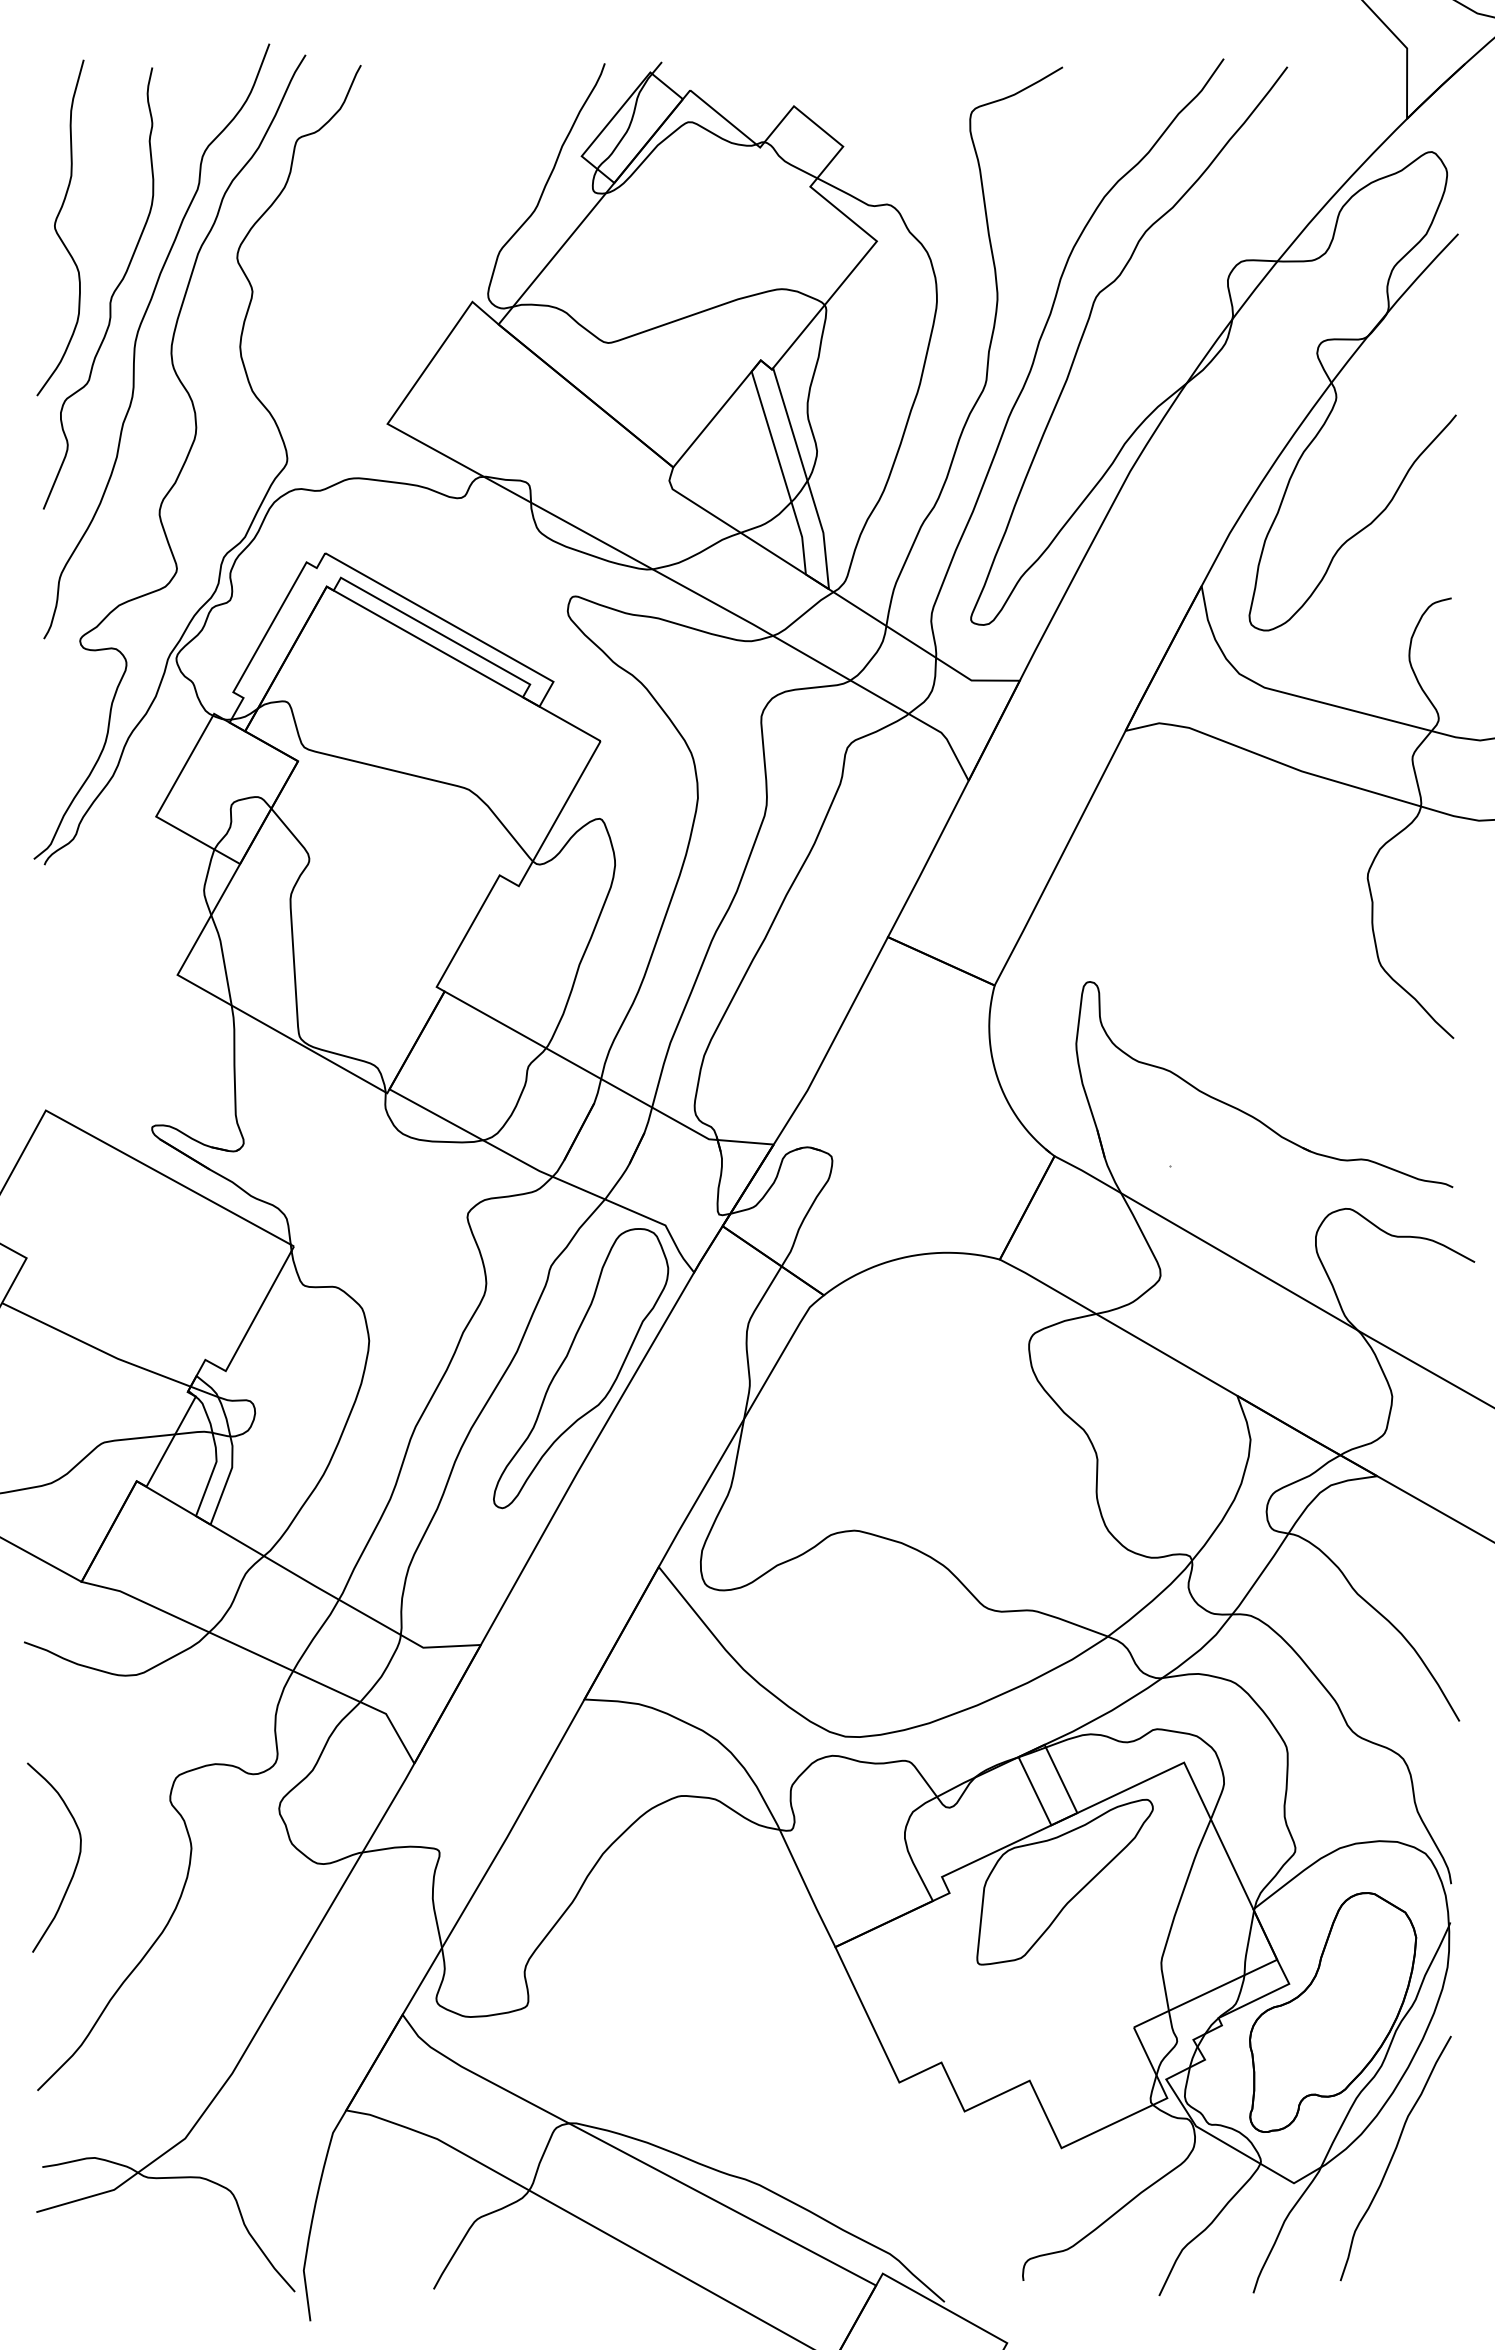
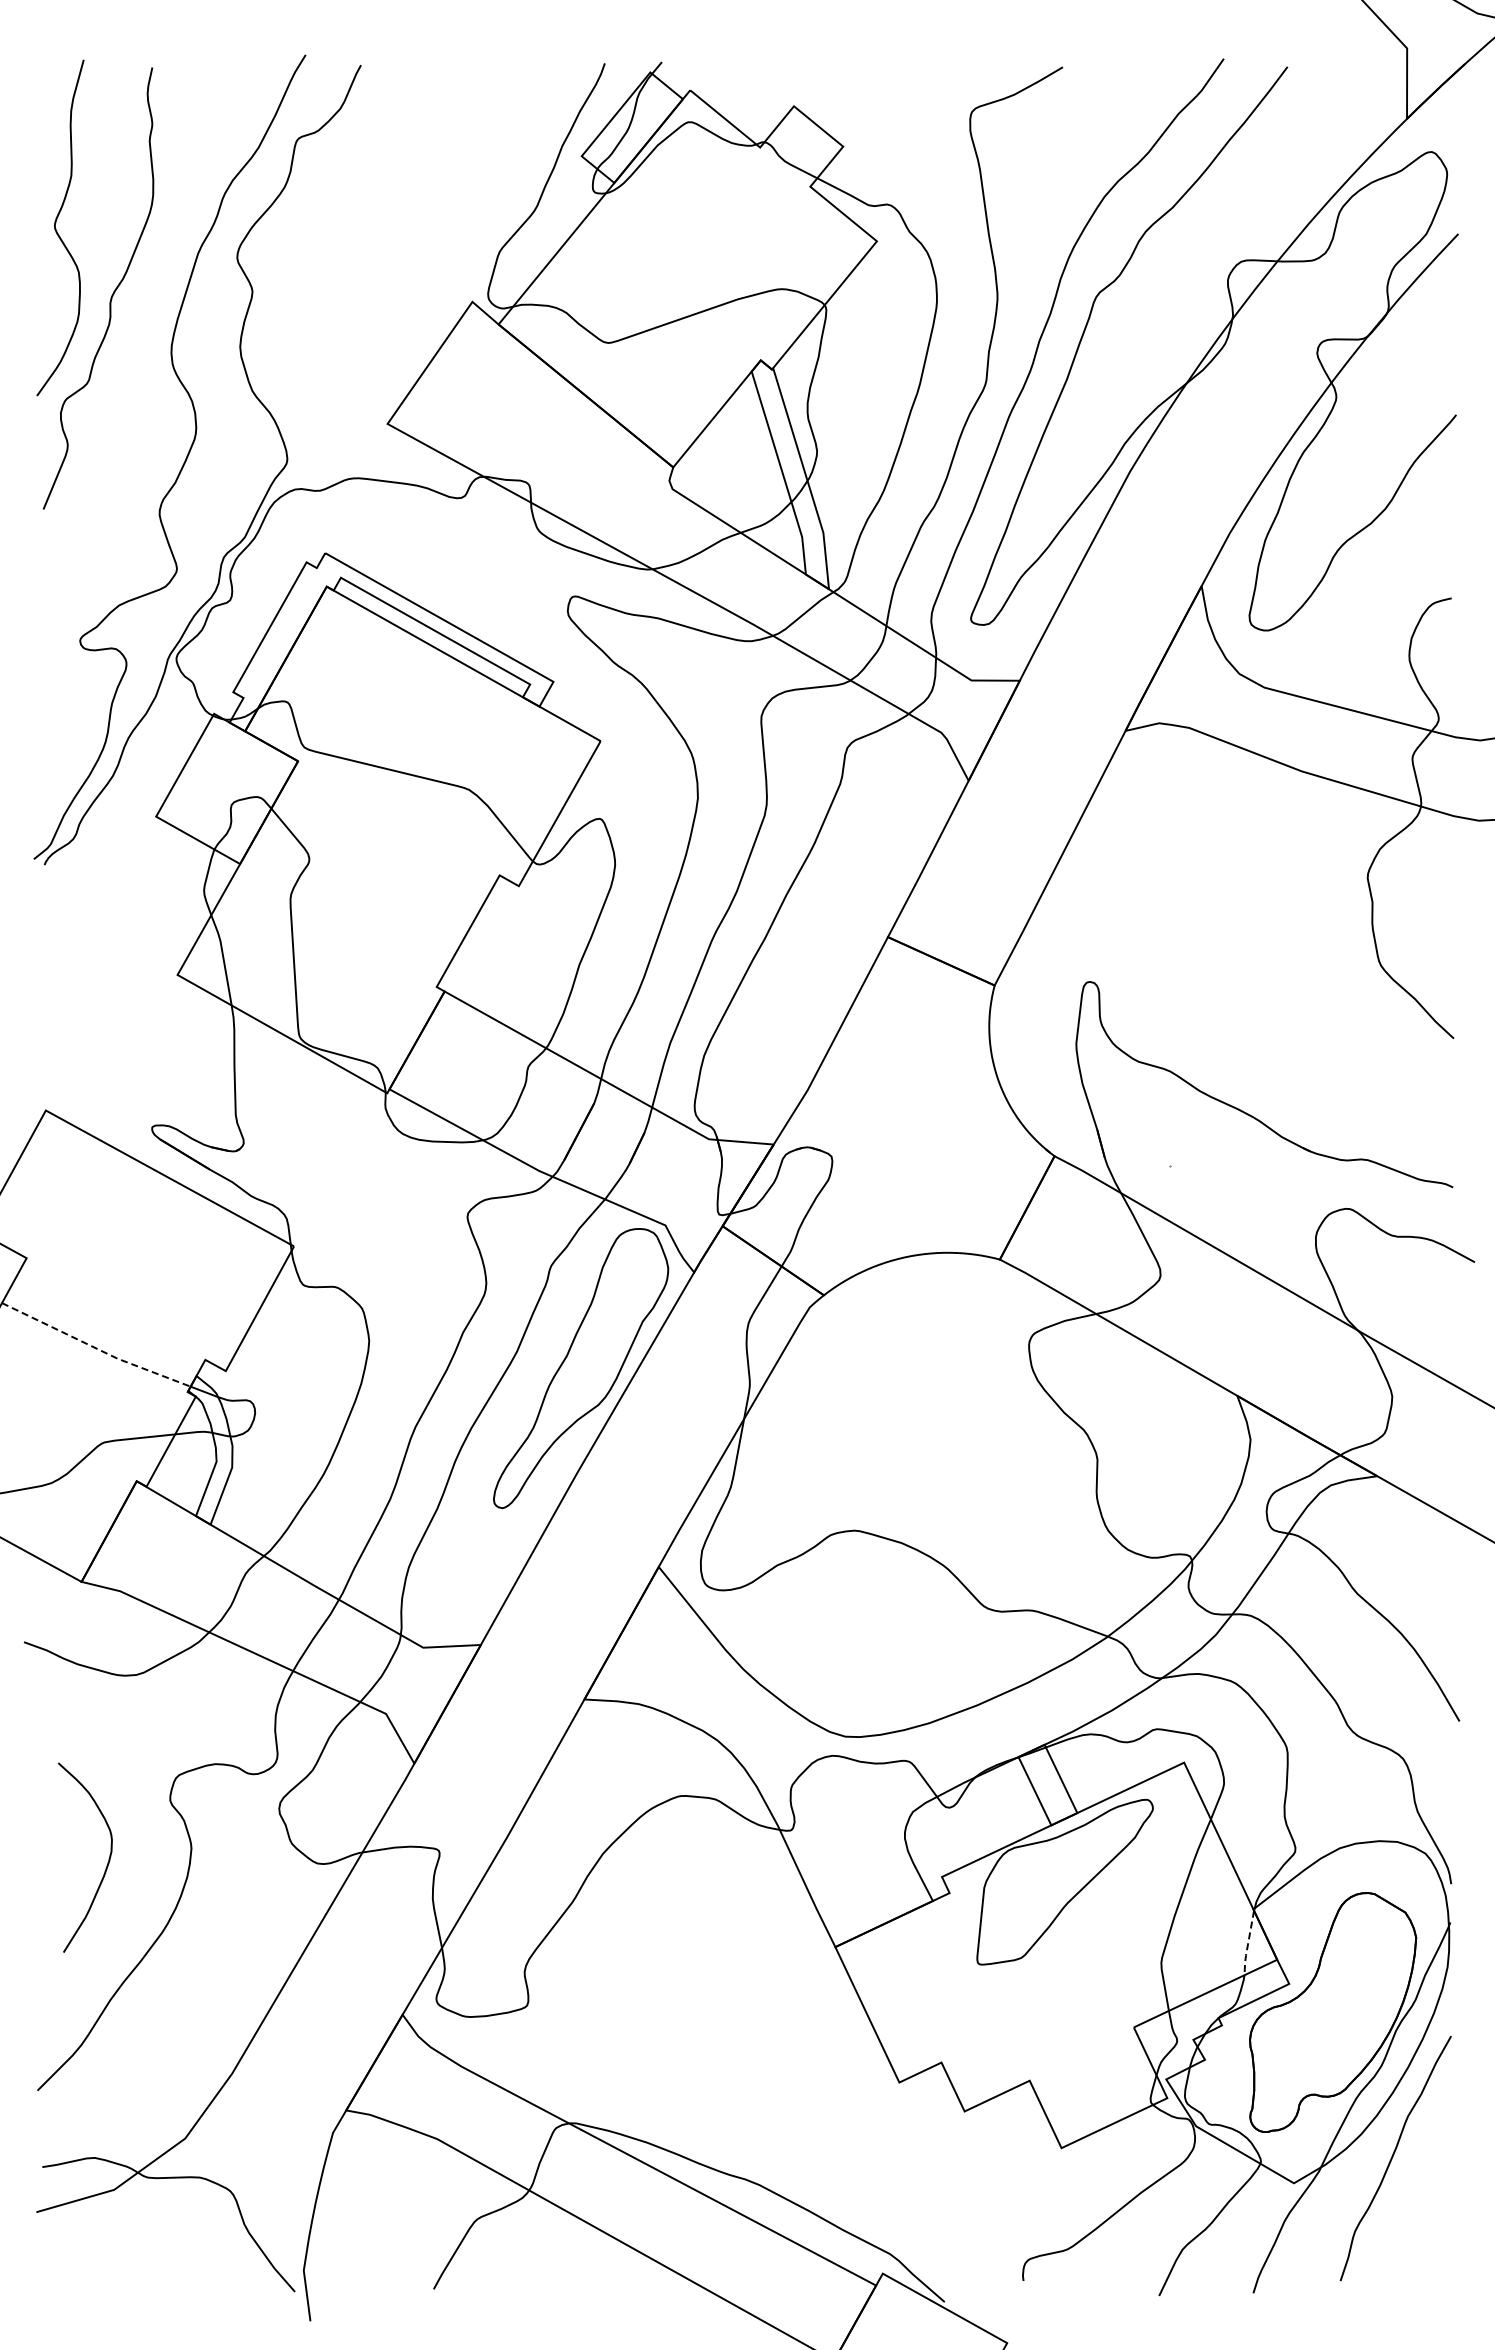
curve at (137, 338): present -> none
line at (96, 1348): solid -> dashed
curve at (75, 1865) position: (75, 1865) -> (106, 1865)
line at (1247, 1944): solid -> dashed
